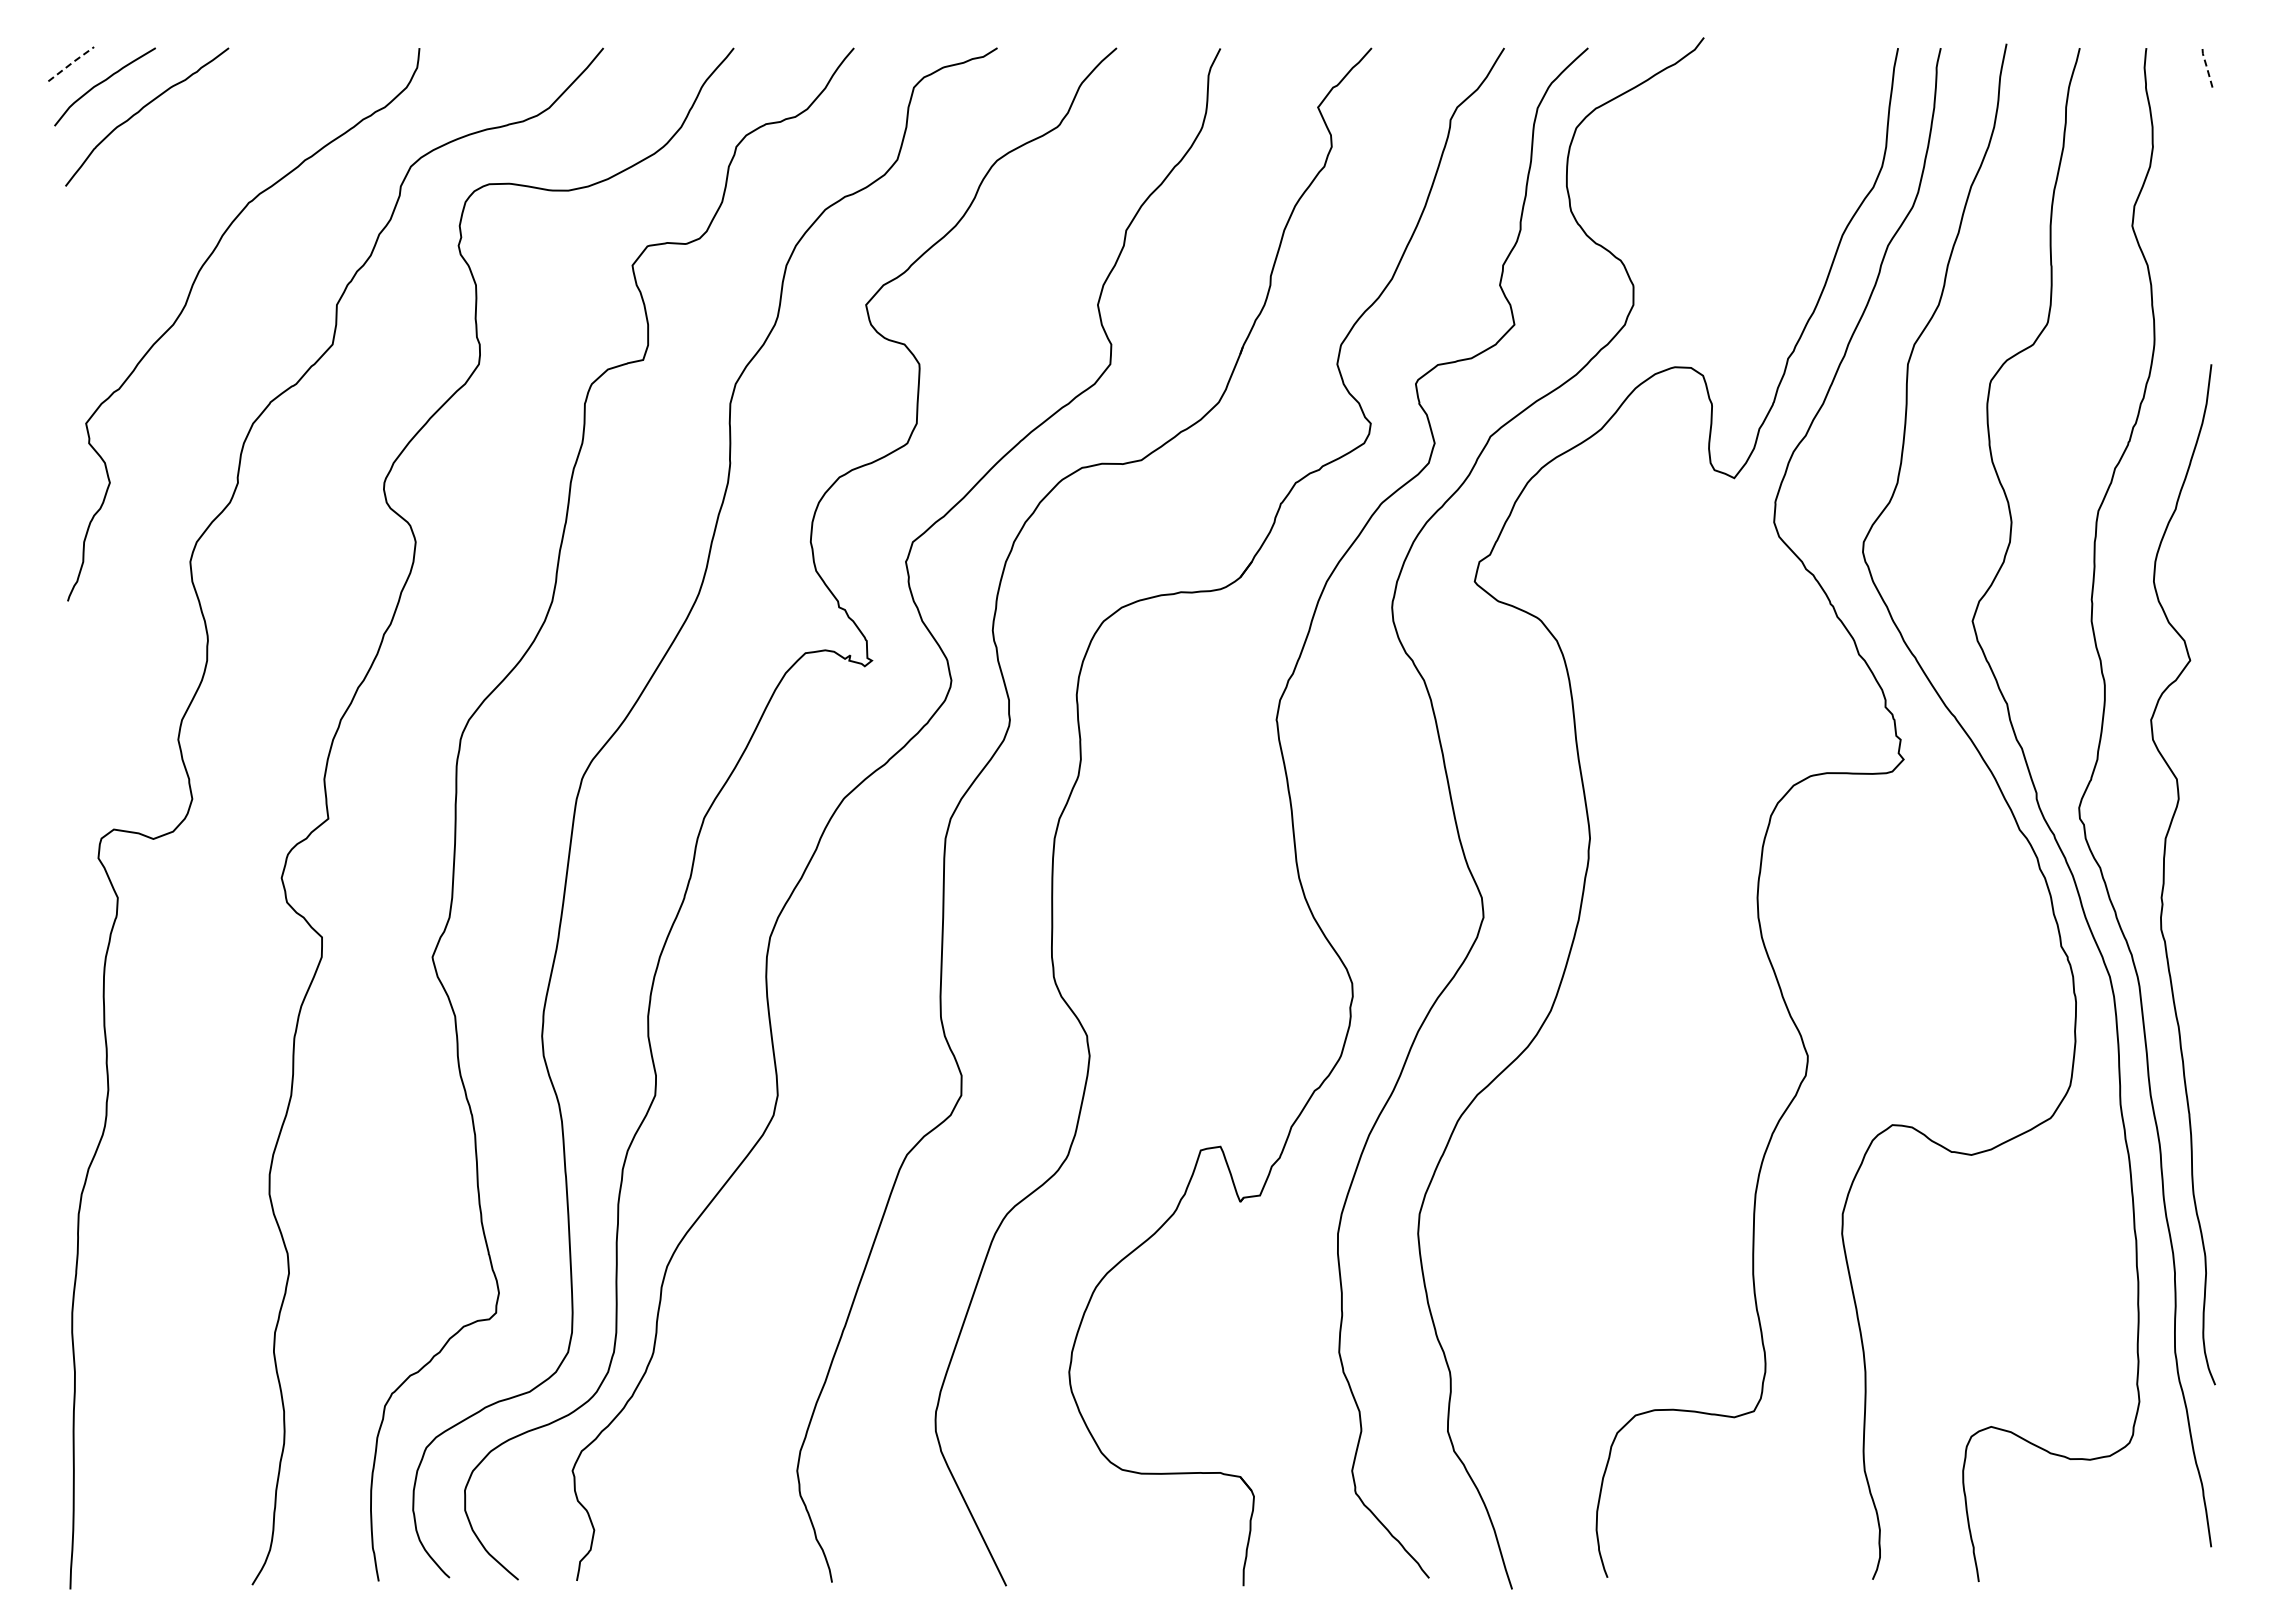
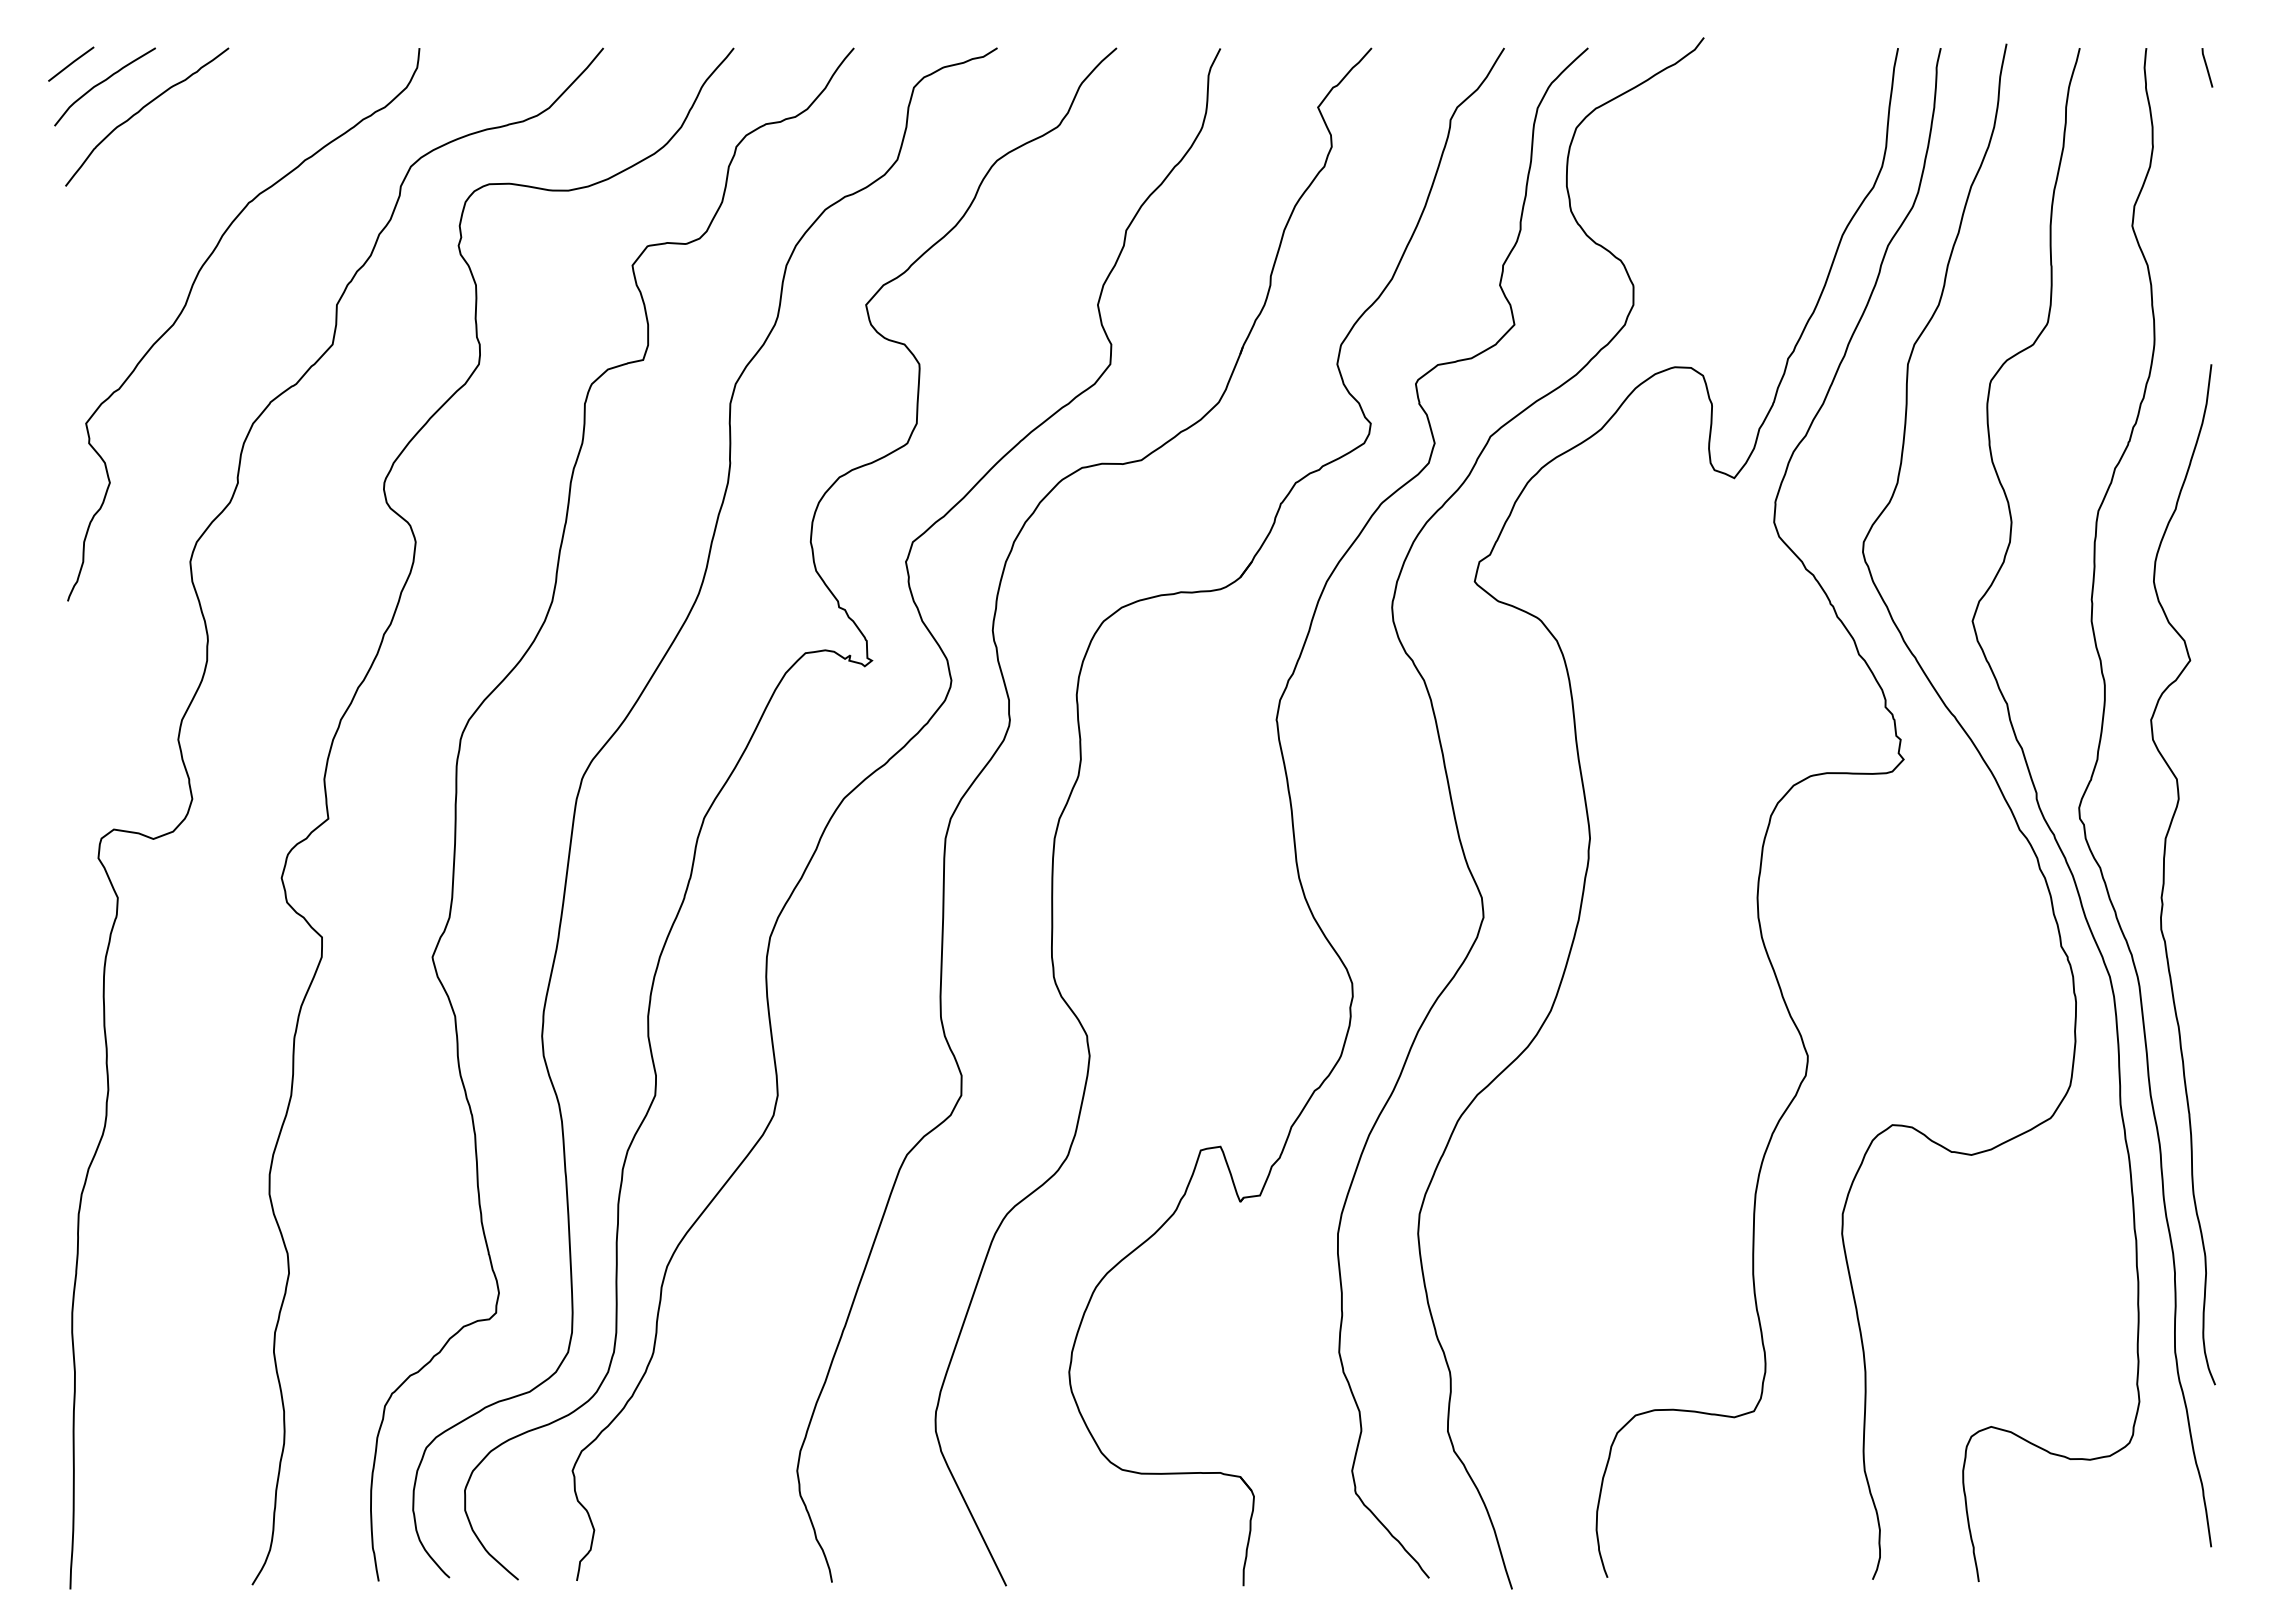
line at (72, 63): dashed -> solid
line at (2207, 67): dashed -> solid
